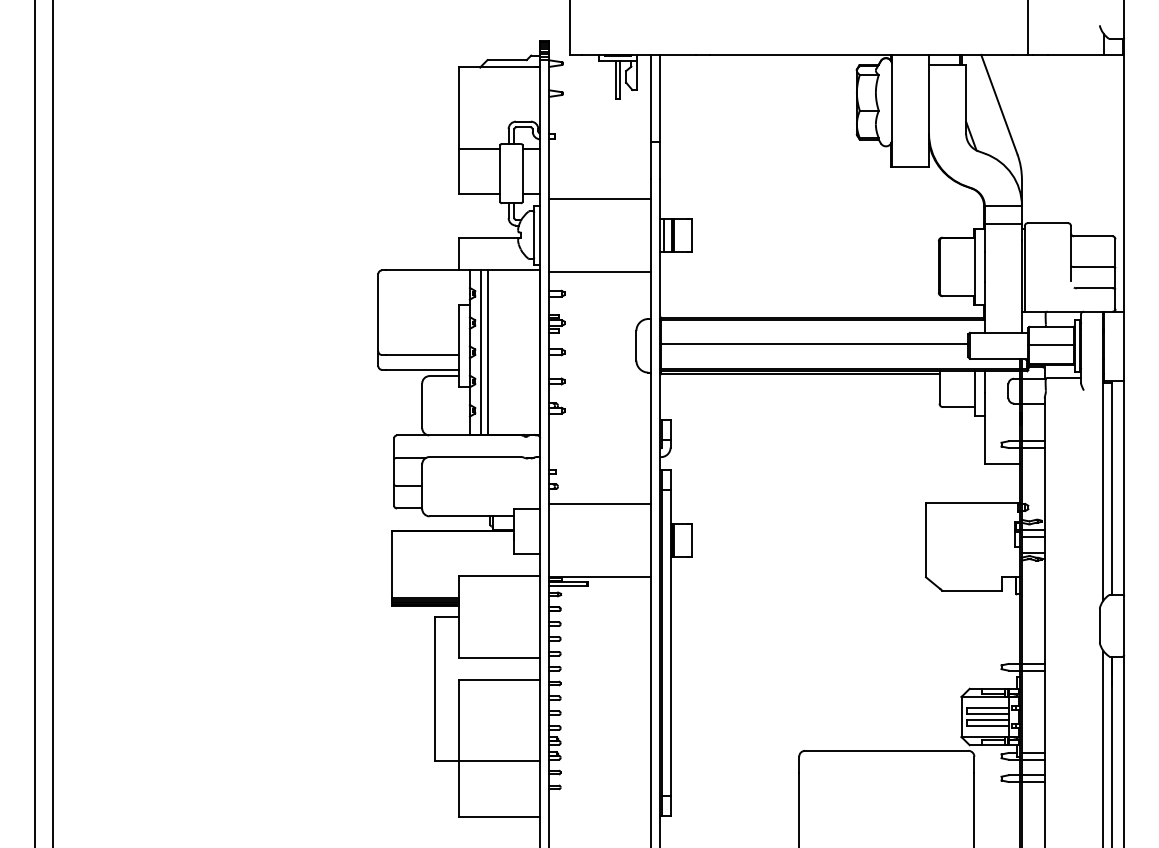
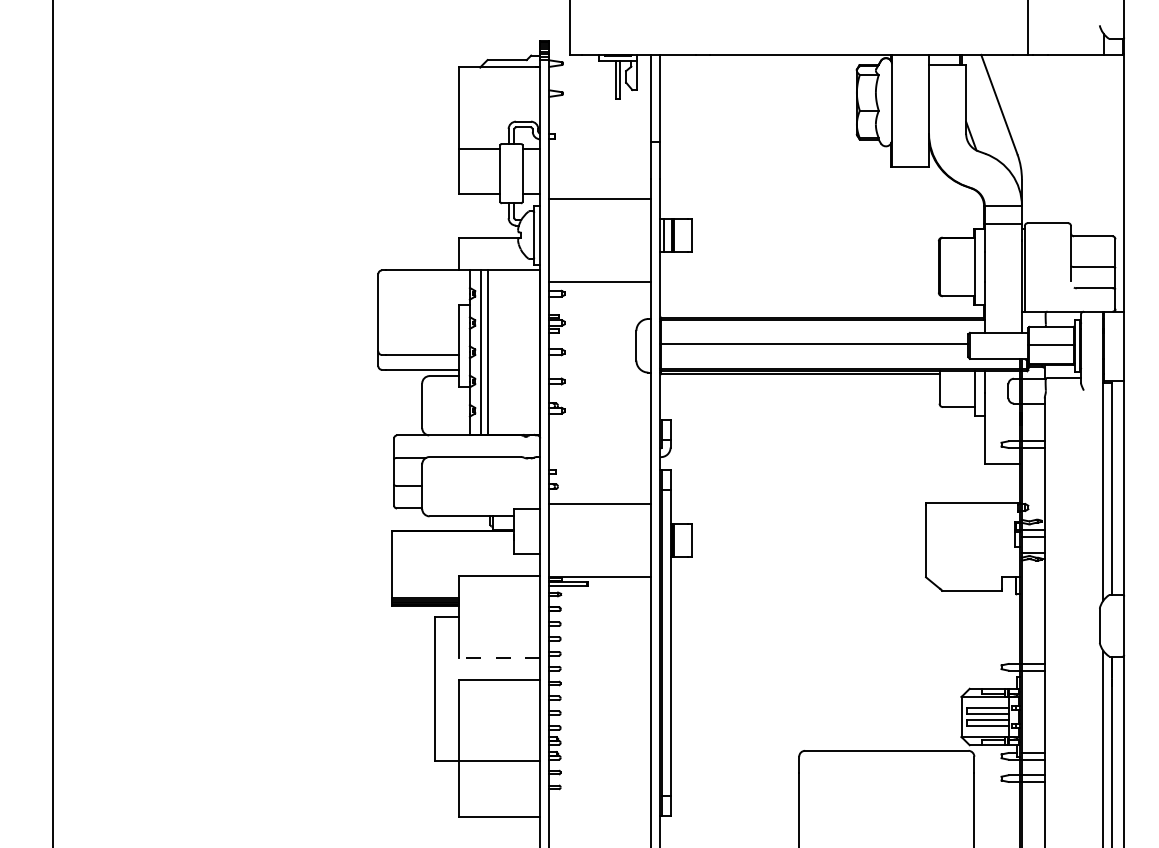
line at (600, 271) position: (600, 271) -> (600, 281)
line at (34, 423): present -> none
line at (499, 657): solid -> dashed
